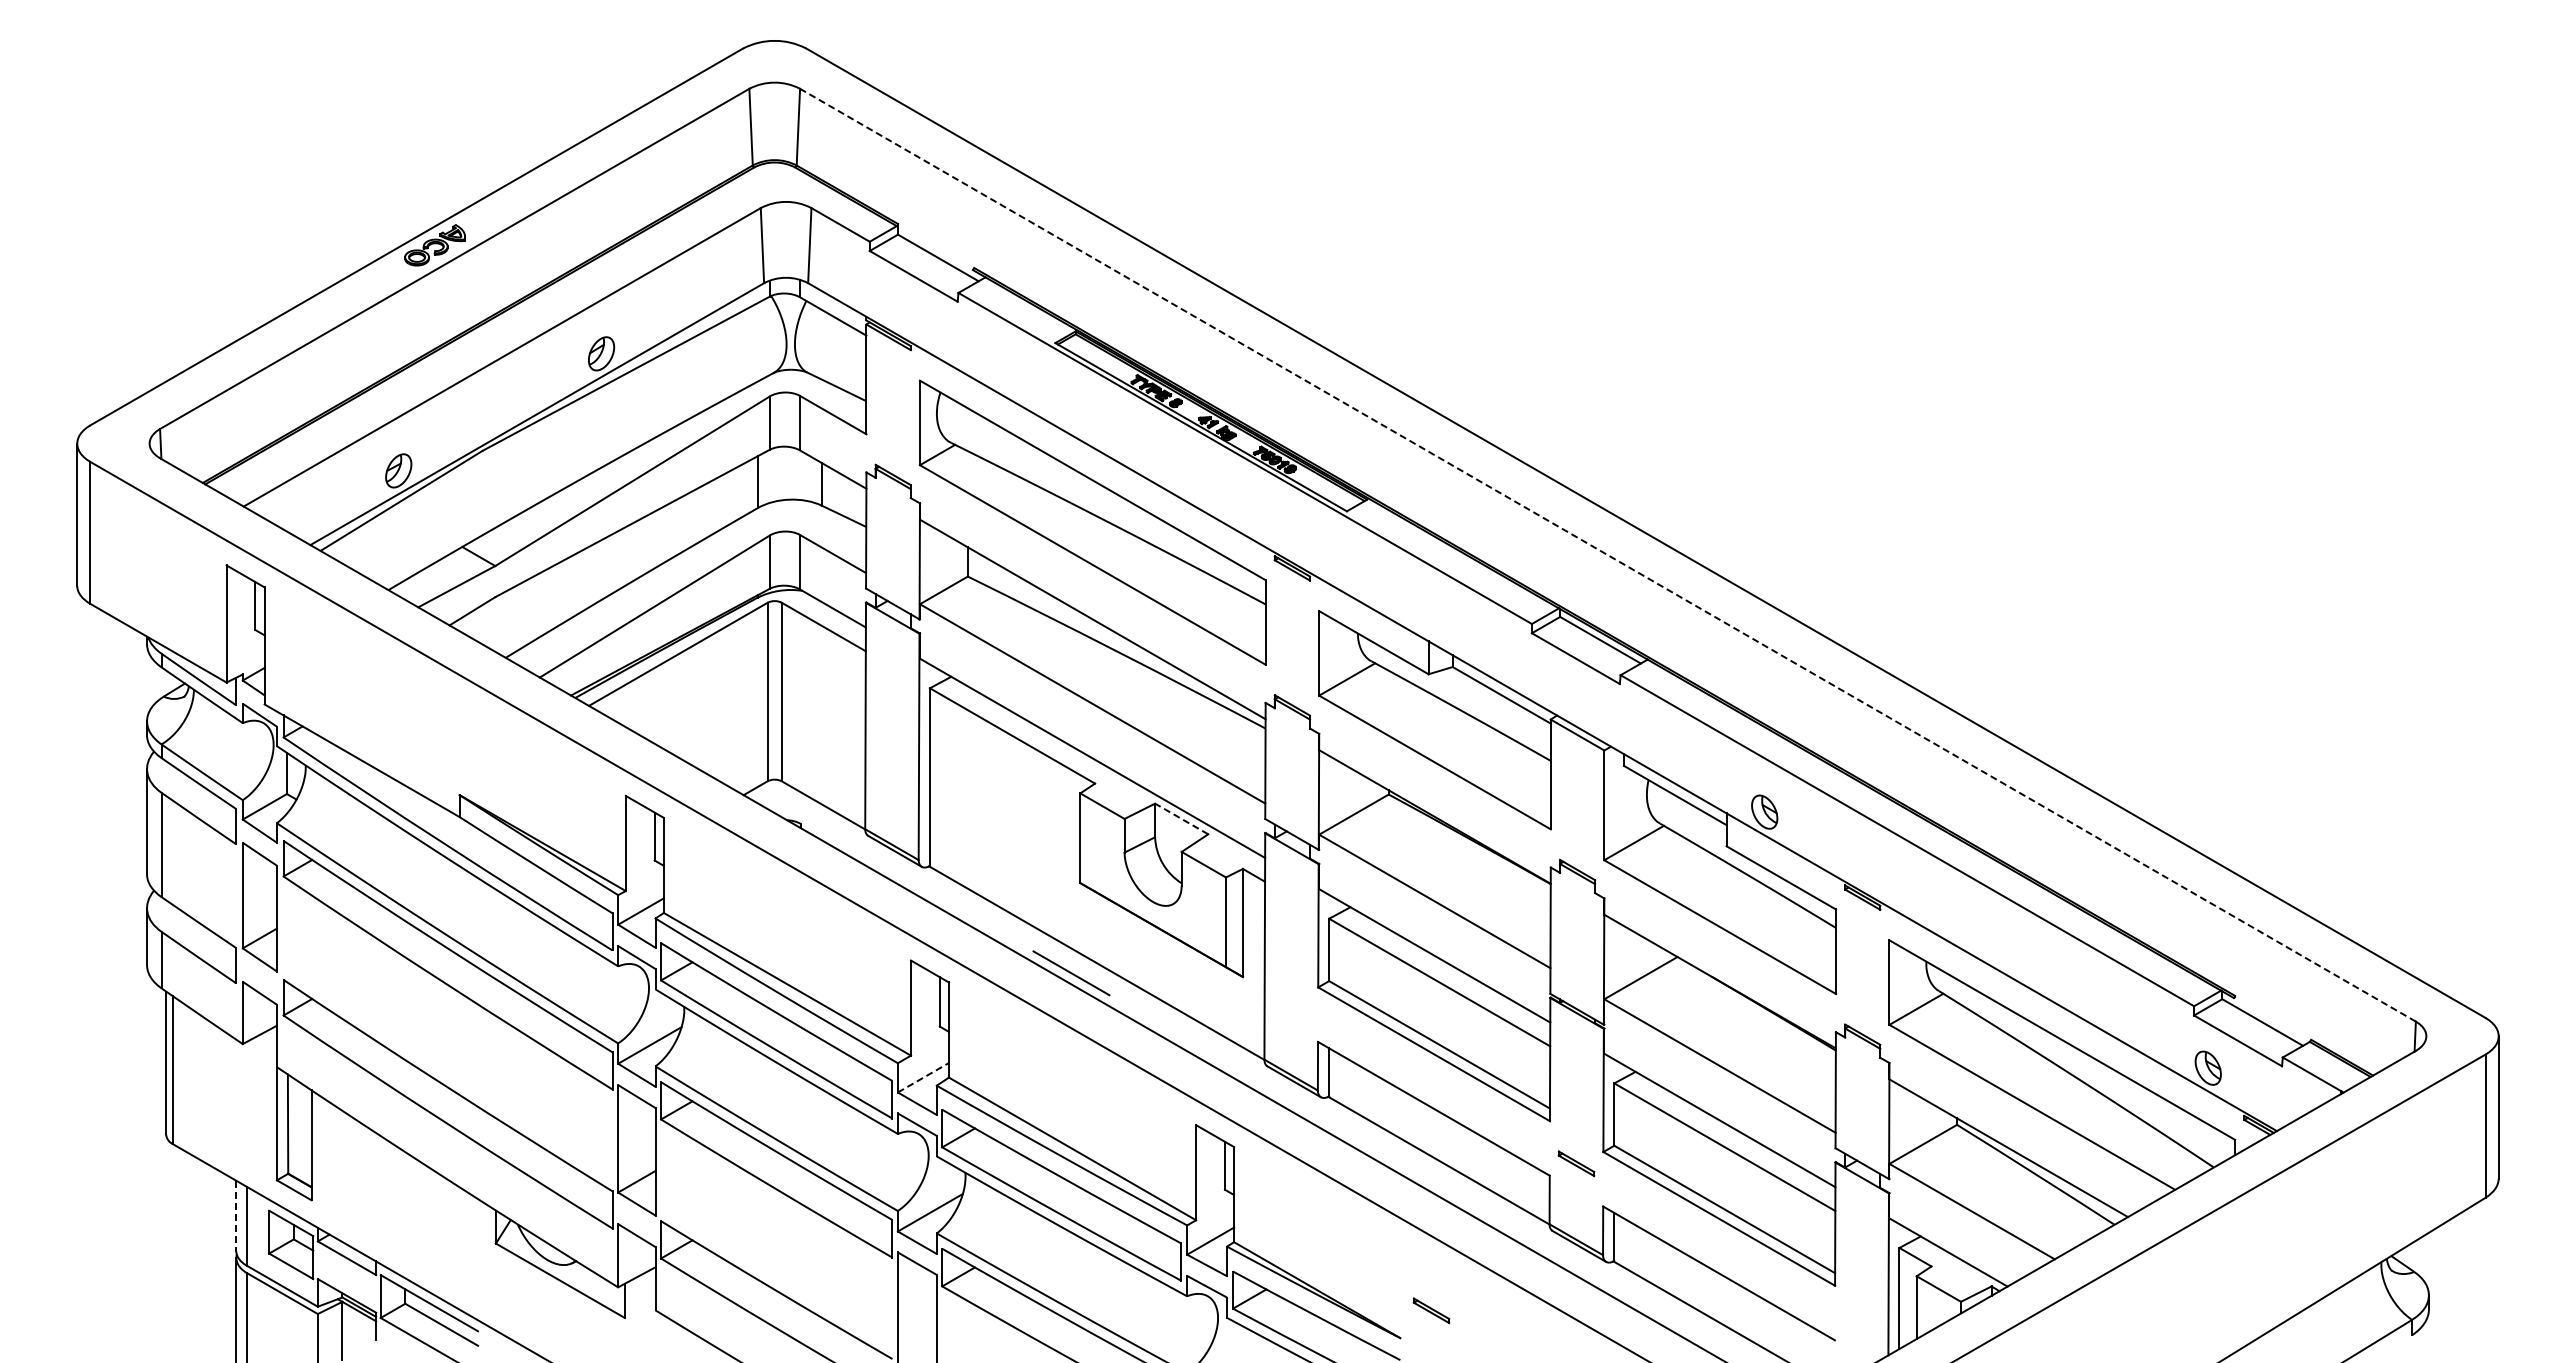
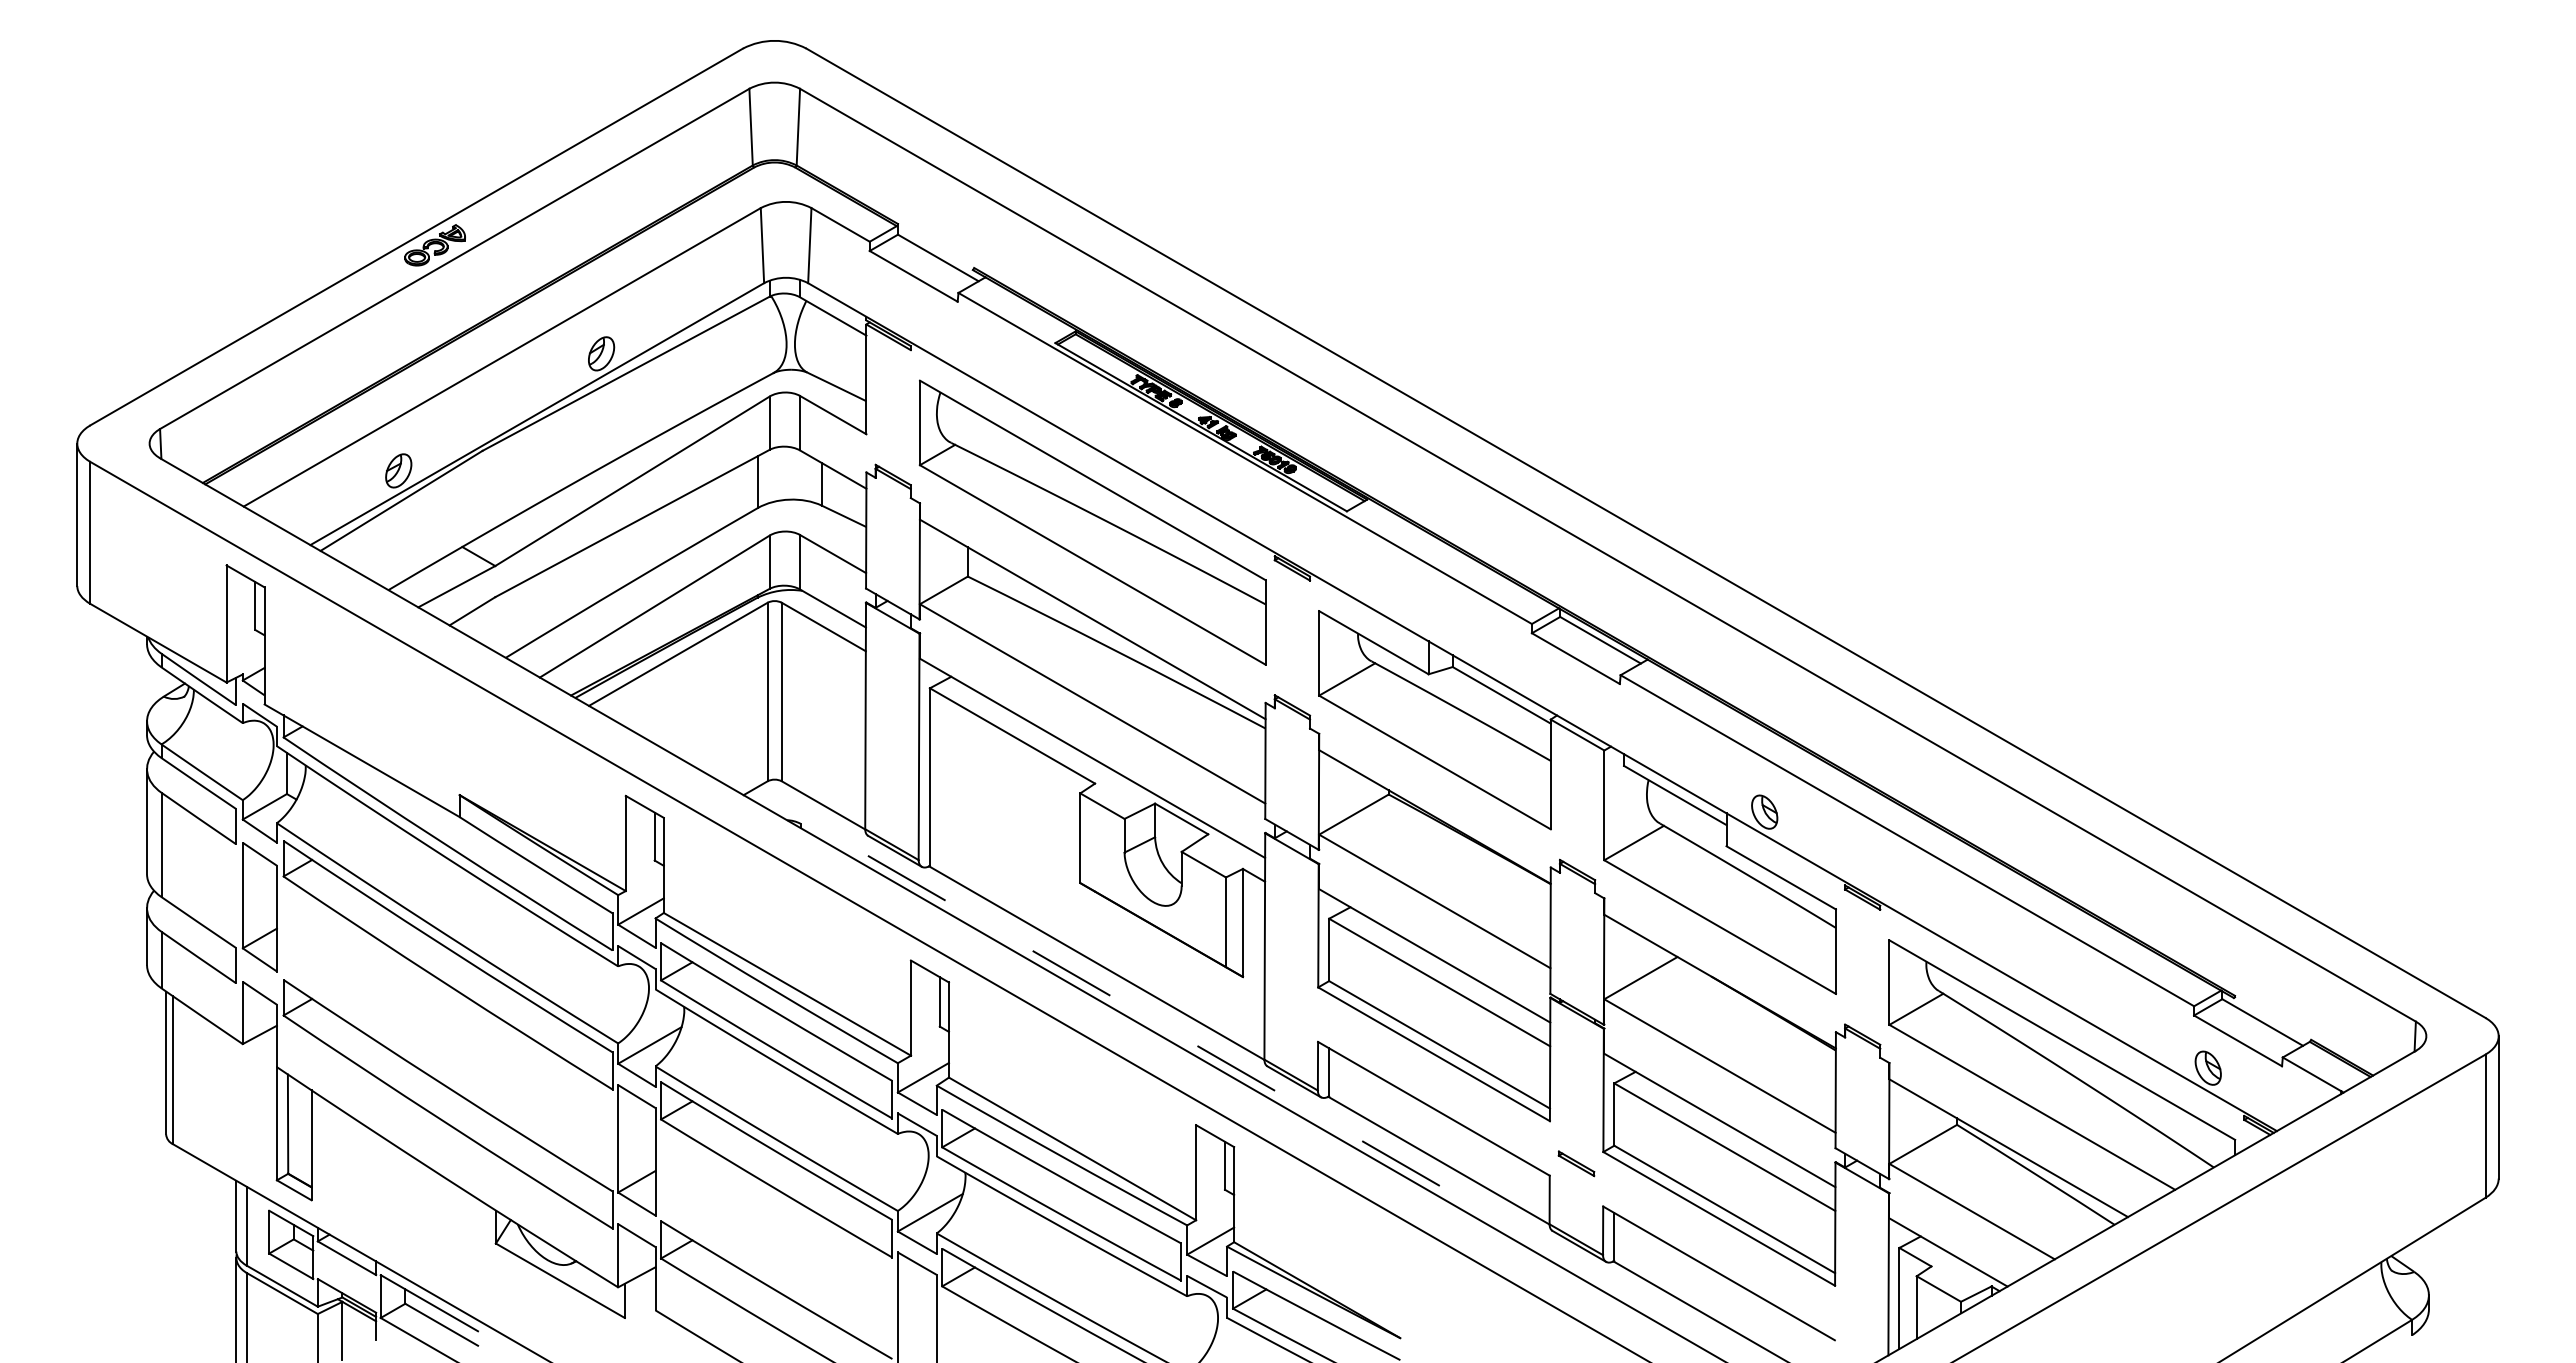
line at (1607, 555): dashed -> solid
line at (1181, 818): dashed -> solid
line at (906, 878): none -> present
line at (1236, 1068): none -> present
line at (923, 1077): dashed -> solid
line at (1400, 1163): none -> present
line at (236, 1216): dashed -> solid
part at (1431, 1310): present -> none
